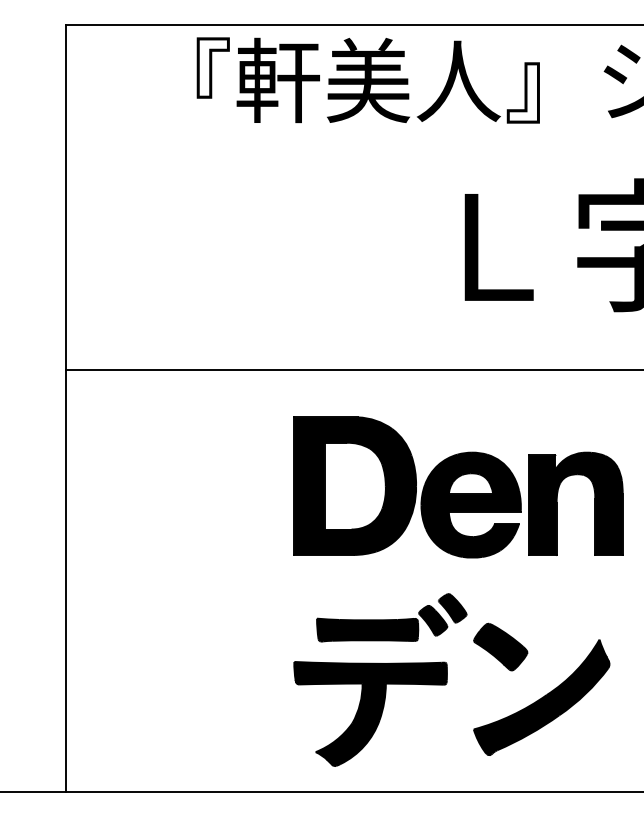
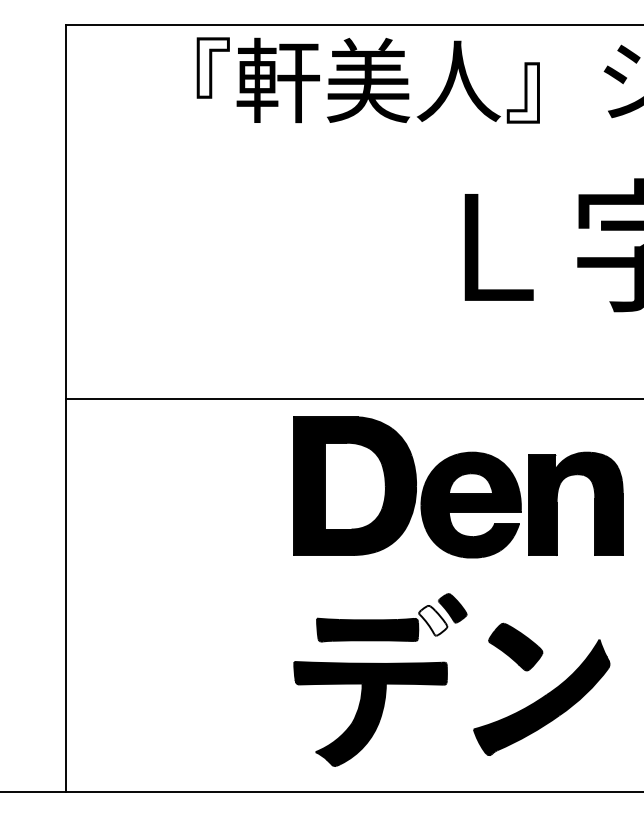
line at (353, 370) position: (353, 370) -> (353, 399)
fill at (433, 620): present -> none
part at (500, 646) position: (500, 646) -> (515, 646)
